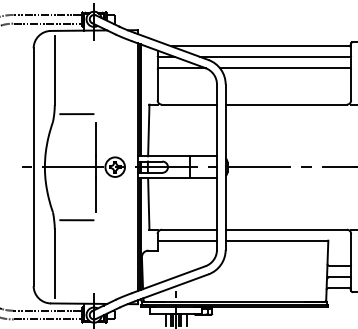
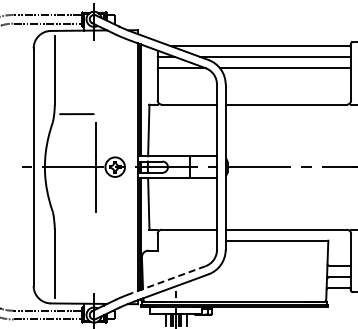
line at (76, 220): present -> none
line at (186, 240): present -> none
line at (168, 279): solid -> dashed
